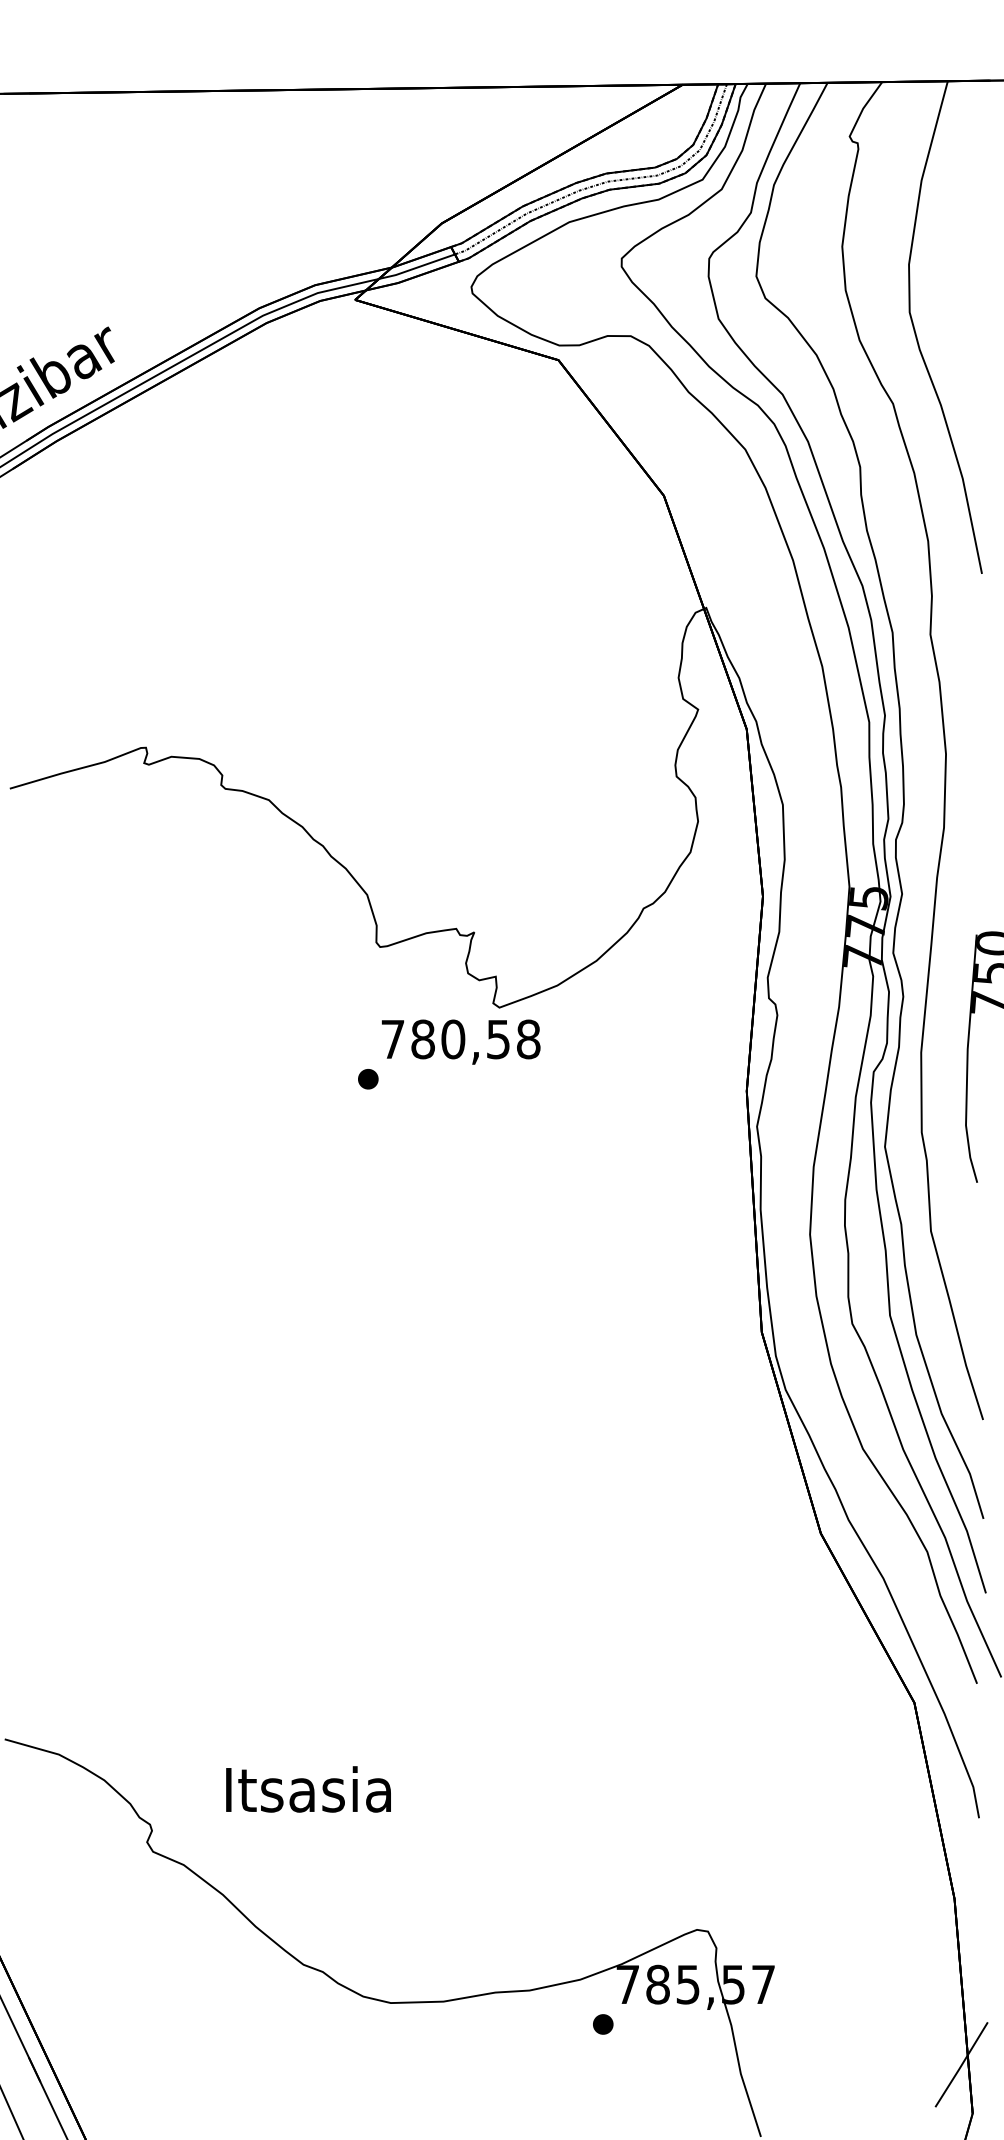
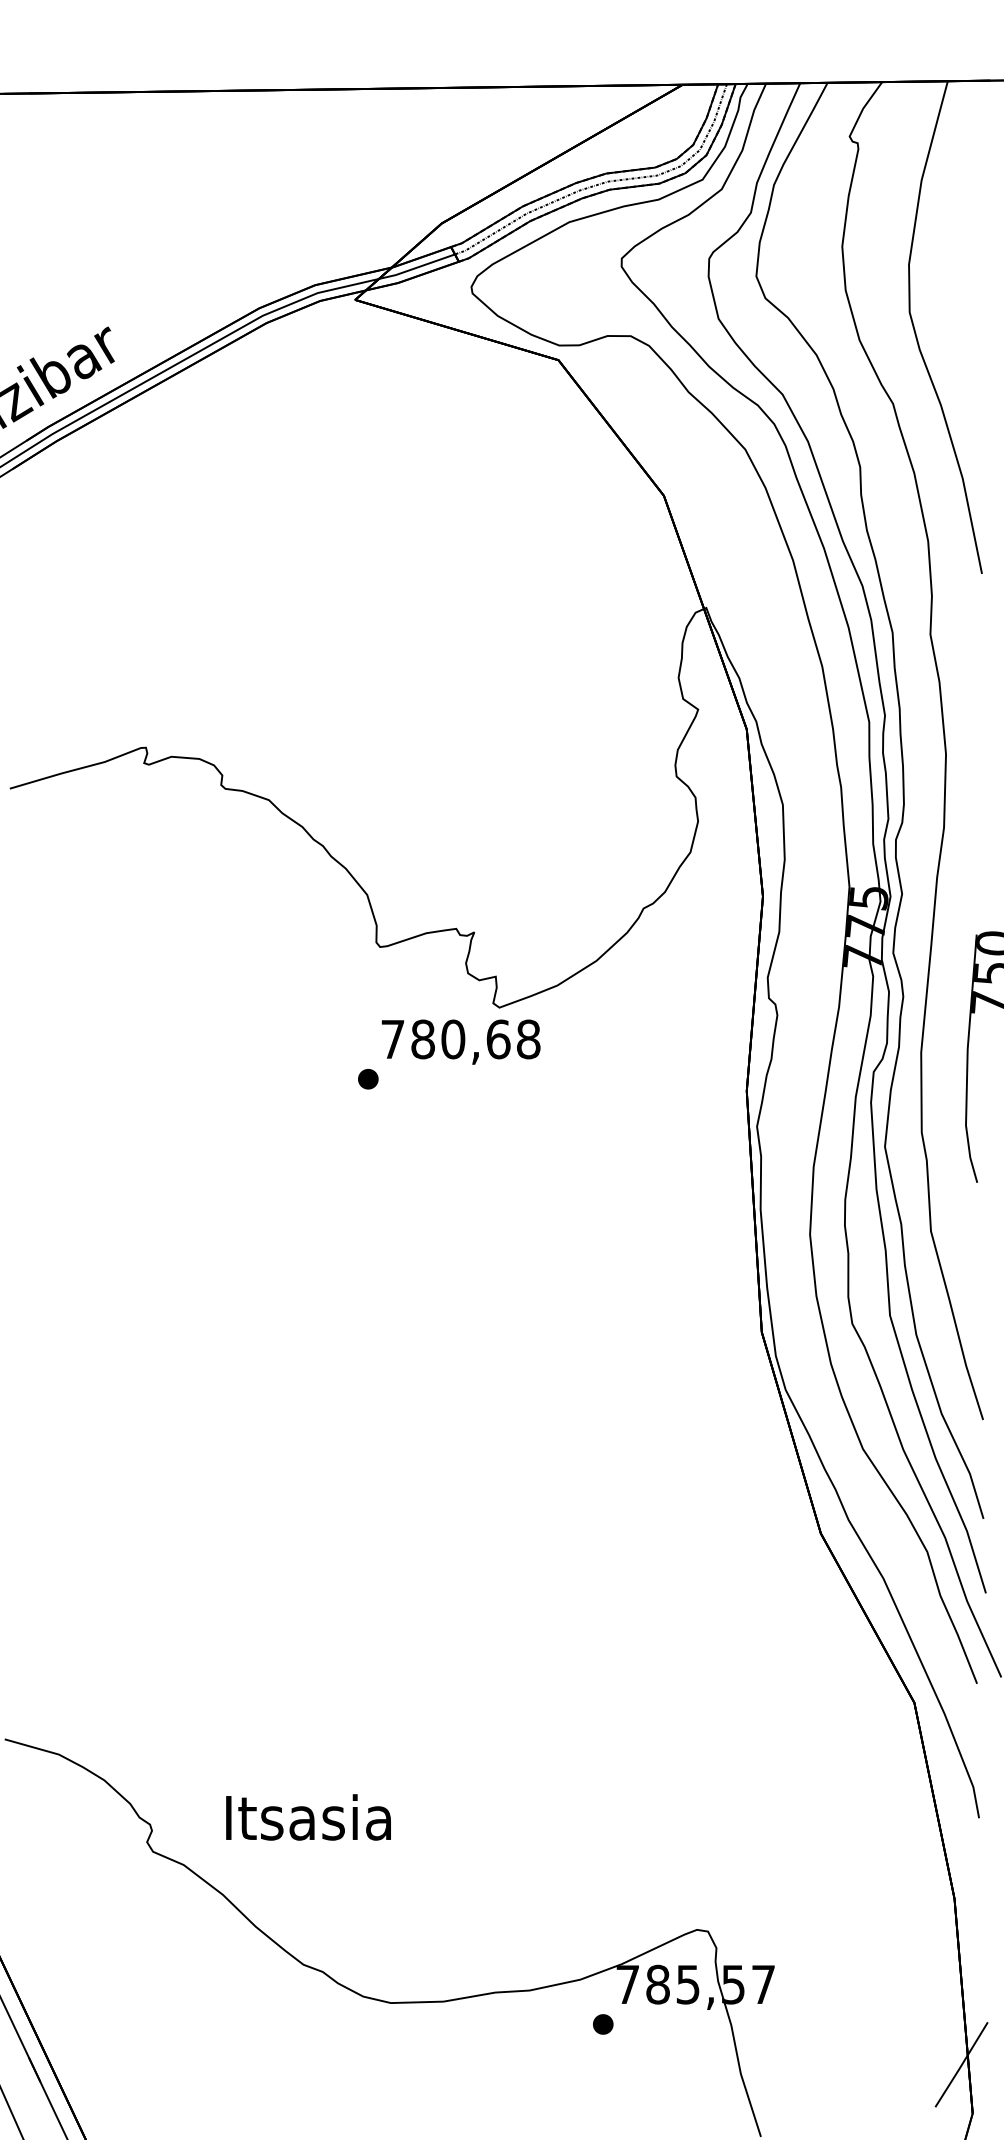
text at (498, 1039): 780,58 -> 780,68
text at (308, 1789) position: (308, 1789) -> (308, 1817)
